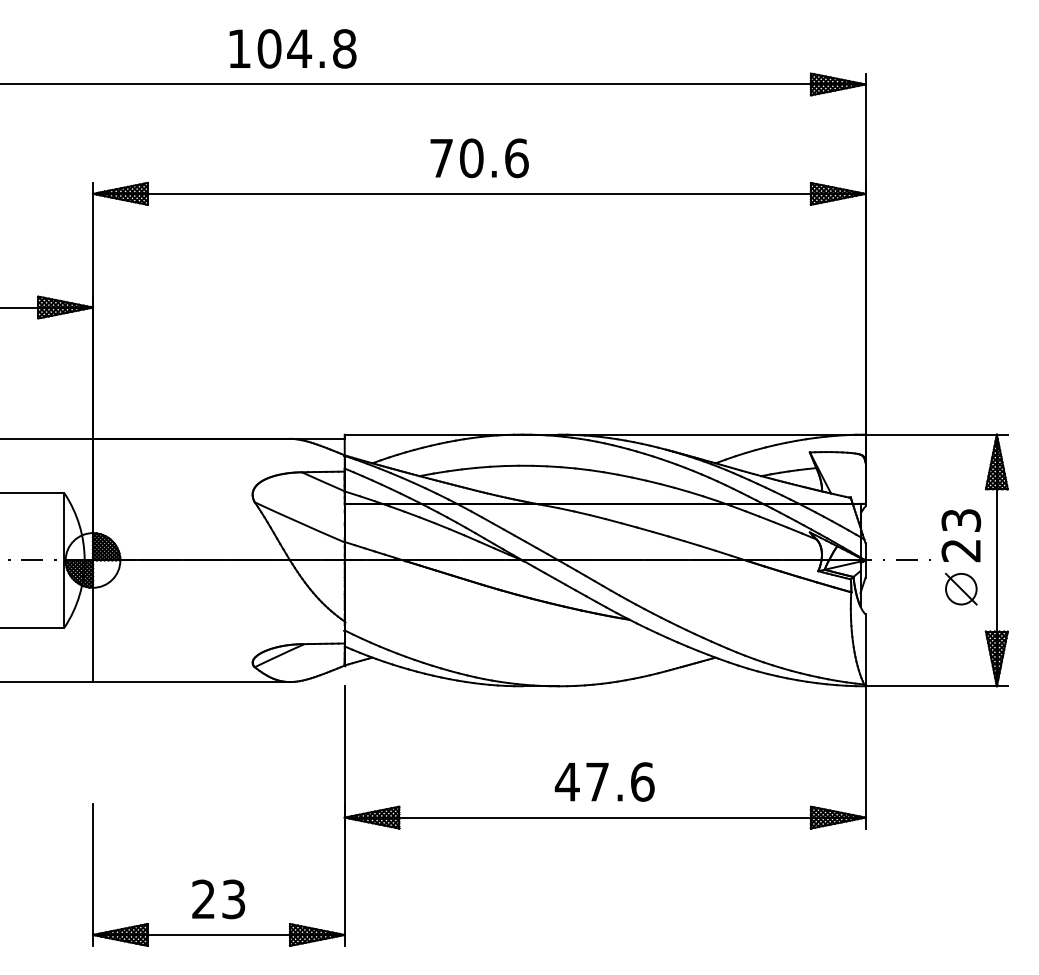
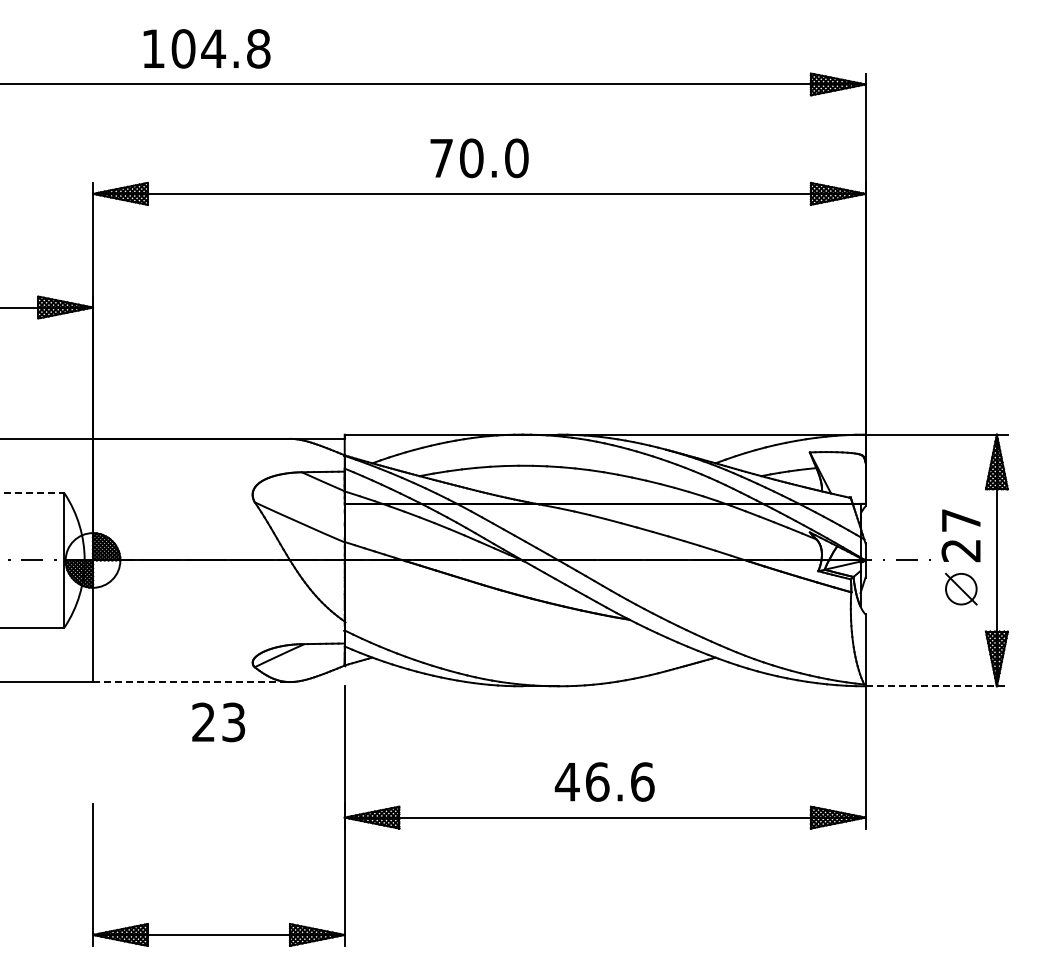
text at (292, 48) position: (292, 48) -> (206, 48)
text at (516, 157): 70.6 -> 70.0
line at (32, 493): solid -> dashed
text at (961, 520): 23 -> 27
line at (191, 682): solid -> dashed
line at (937, 686): solid -> dashed
text at (597, 781): 47.6 -> 46.6
text at (218, 899) position: (218, 899) -> (218, 722)
